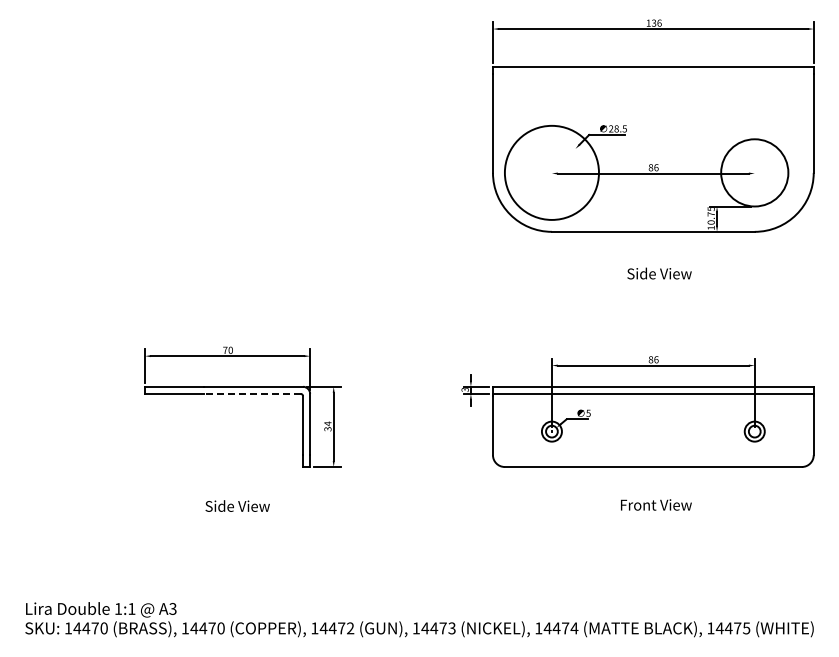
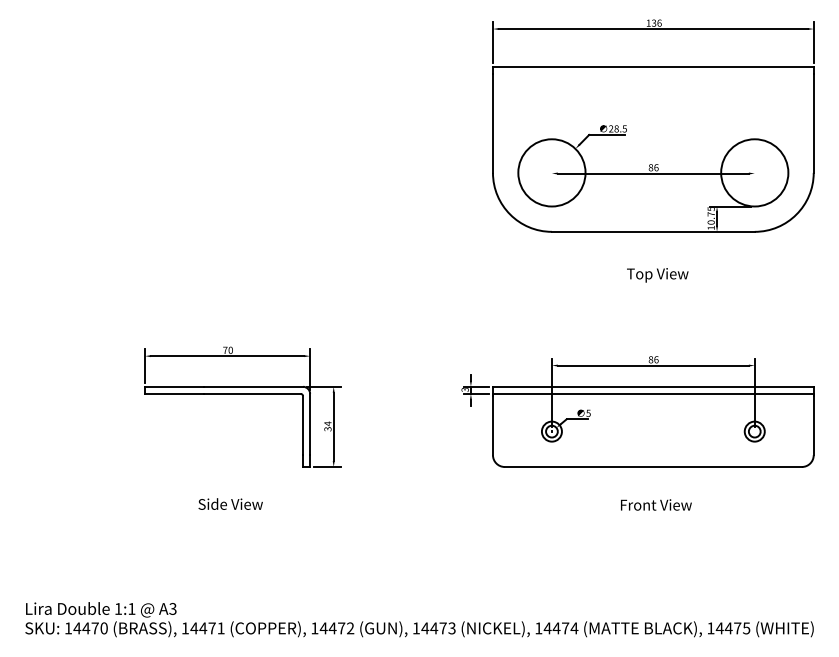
circle at (551, 172) diameter: 94 px -> 67 px
text at (659, 274): Side View -> Top View
line at (251, 393): dashed -> solid
text at (237, 505) position: (237, 505) -> (230, 503)
text at (220, 628): 14470 -> 14471
